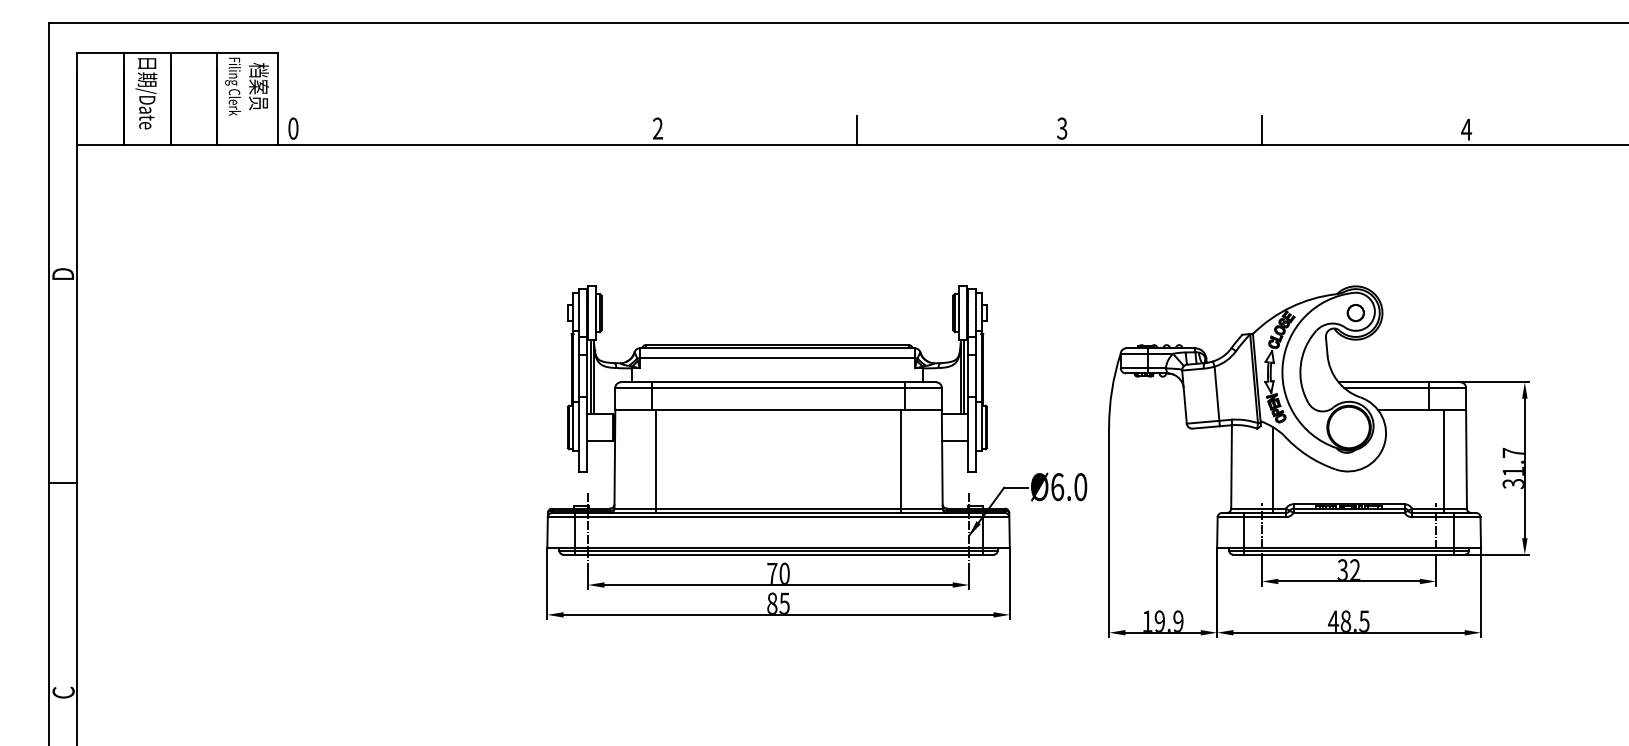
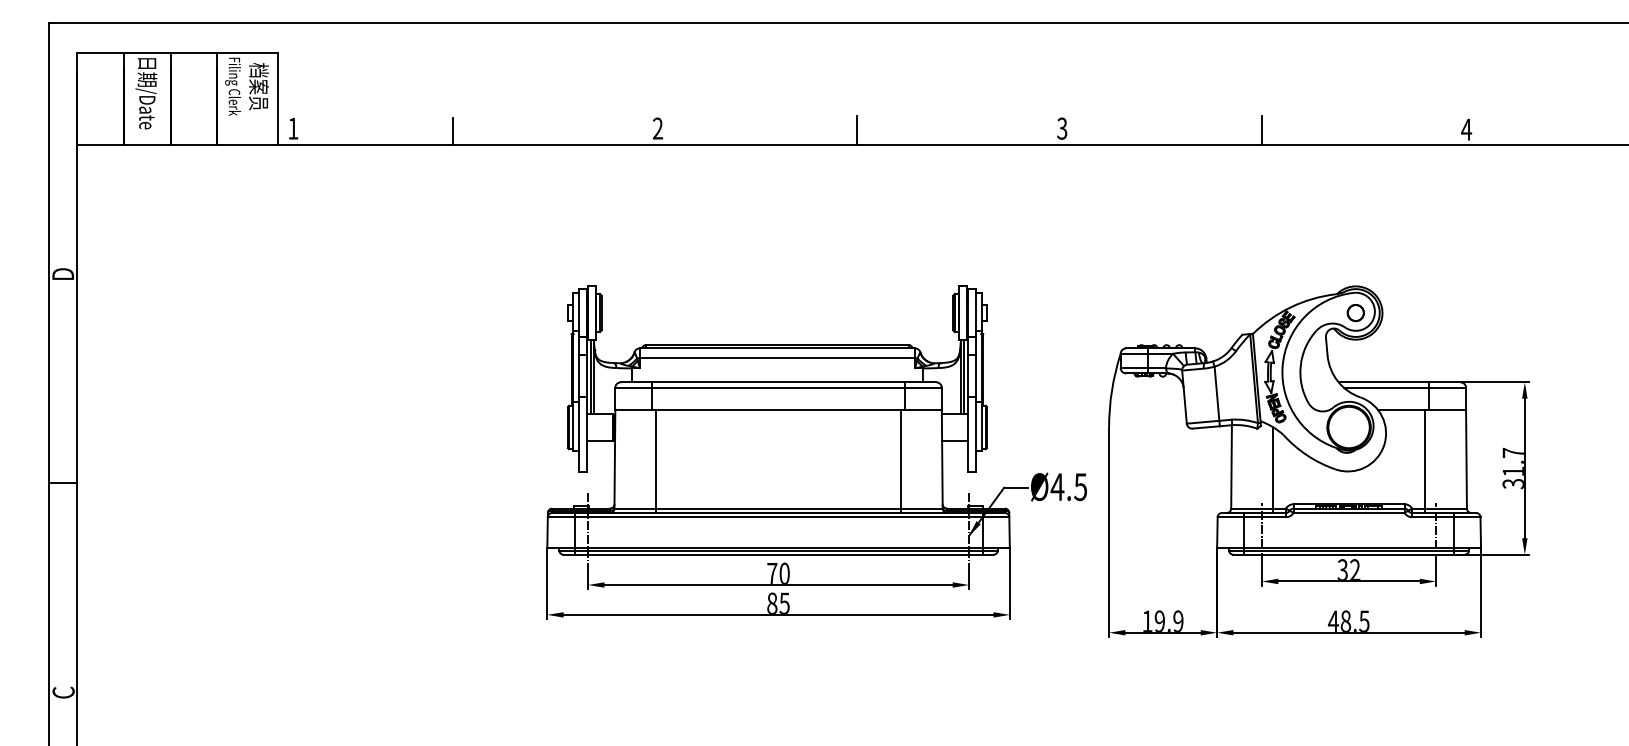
text at (293, 128): 0 -> 1
line at (453, 131): none -> present
line at (1444, 460) position: (1444, 460) -> (1425, 460)
text at (1068, 487): Ø6.0 -> Ø4.5
